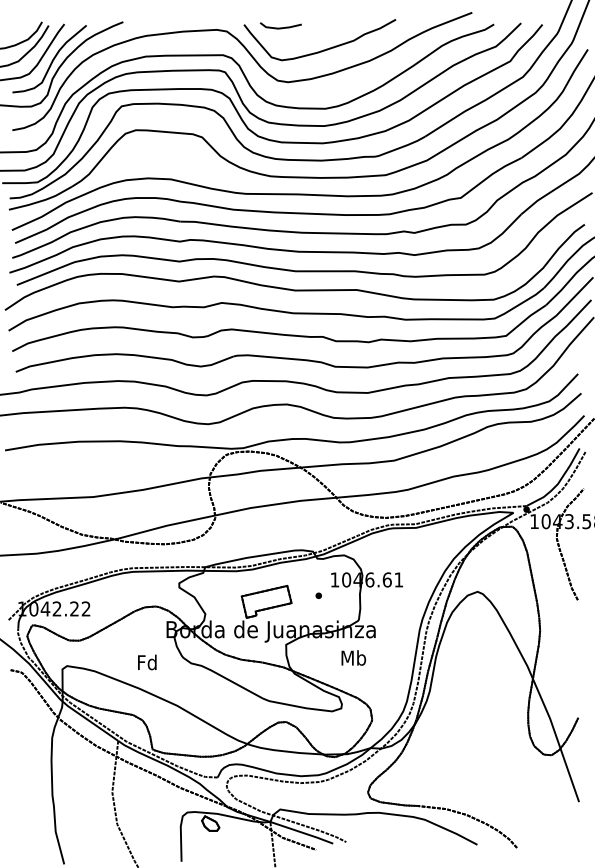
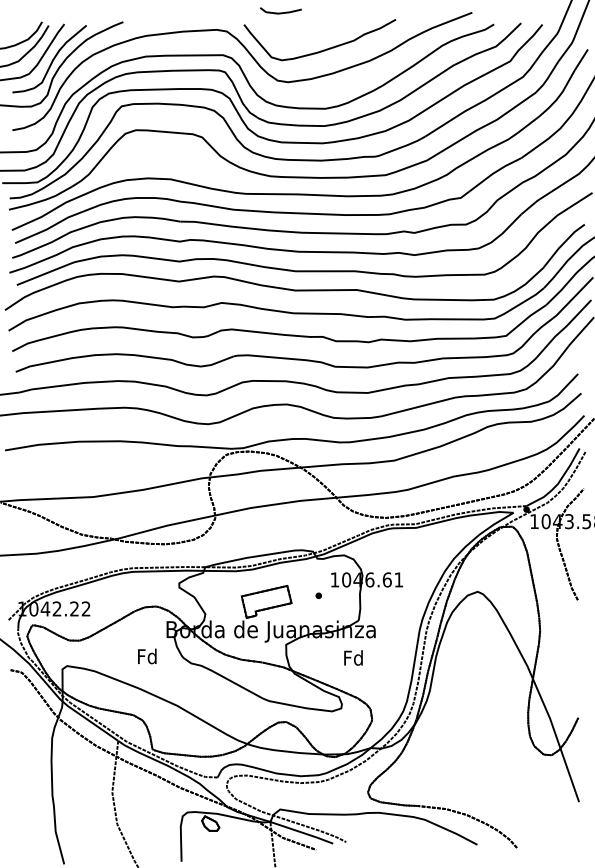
line at (280, 27) position: (280, 27) -> (280, 12)
text at (353, 657): Mb -> Fd
text at (147, 662) position: (147, 662) -> (147, 656)
